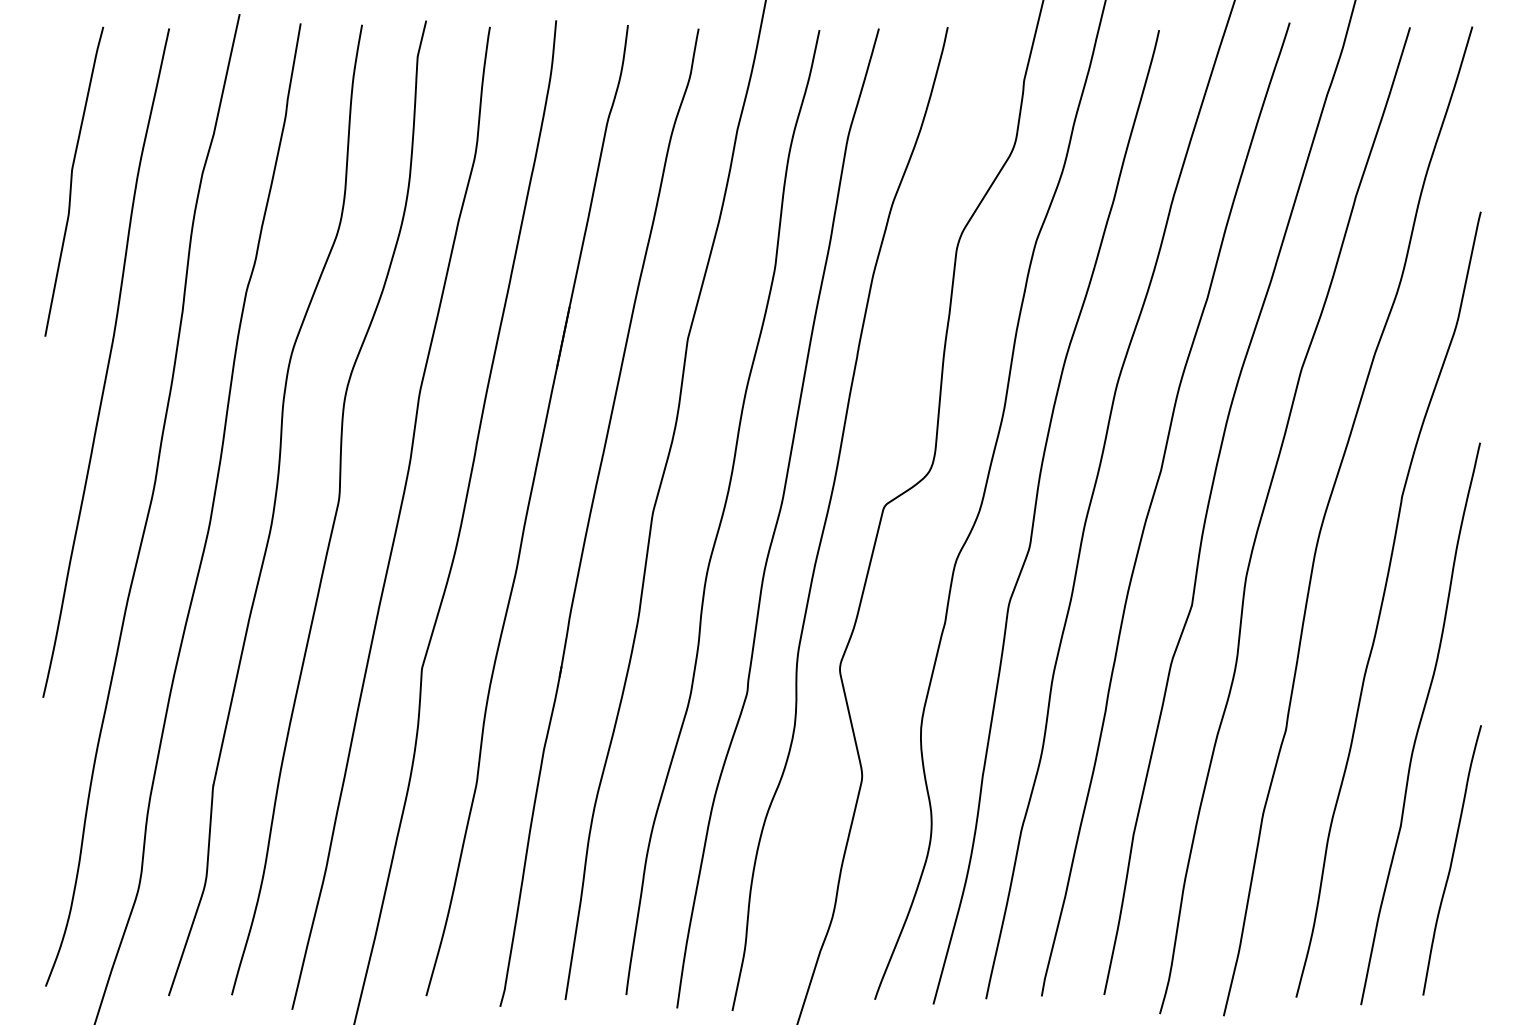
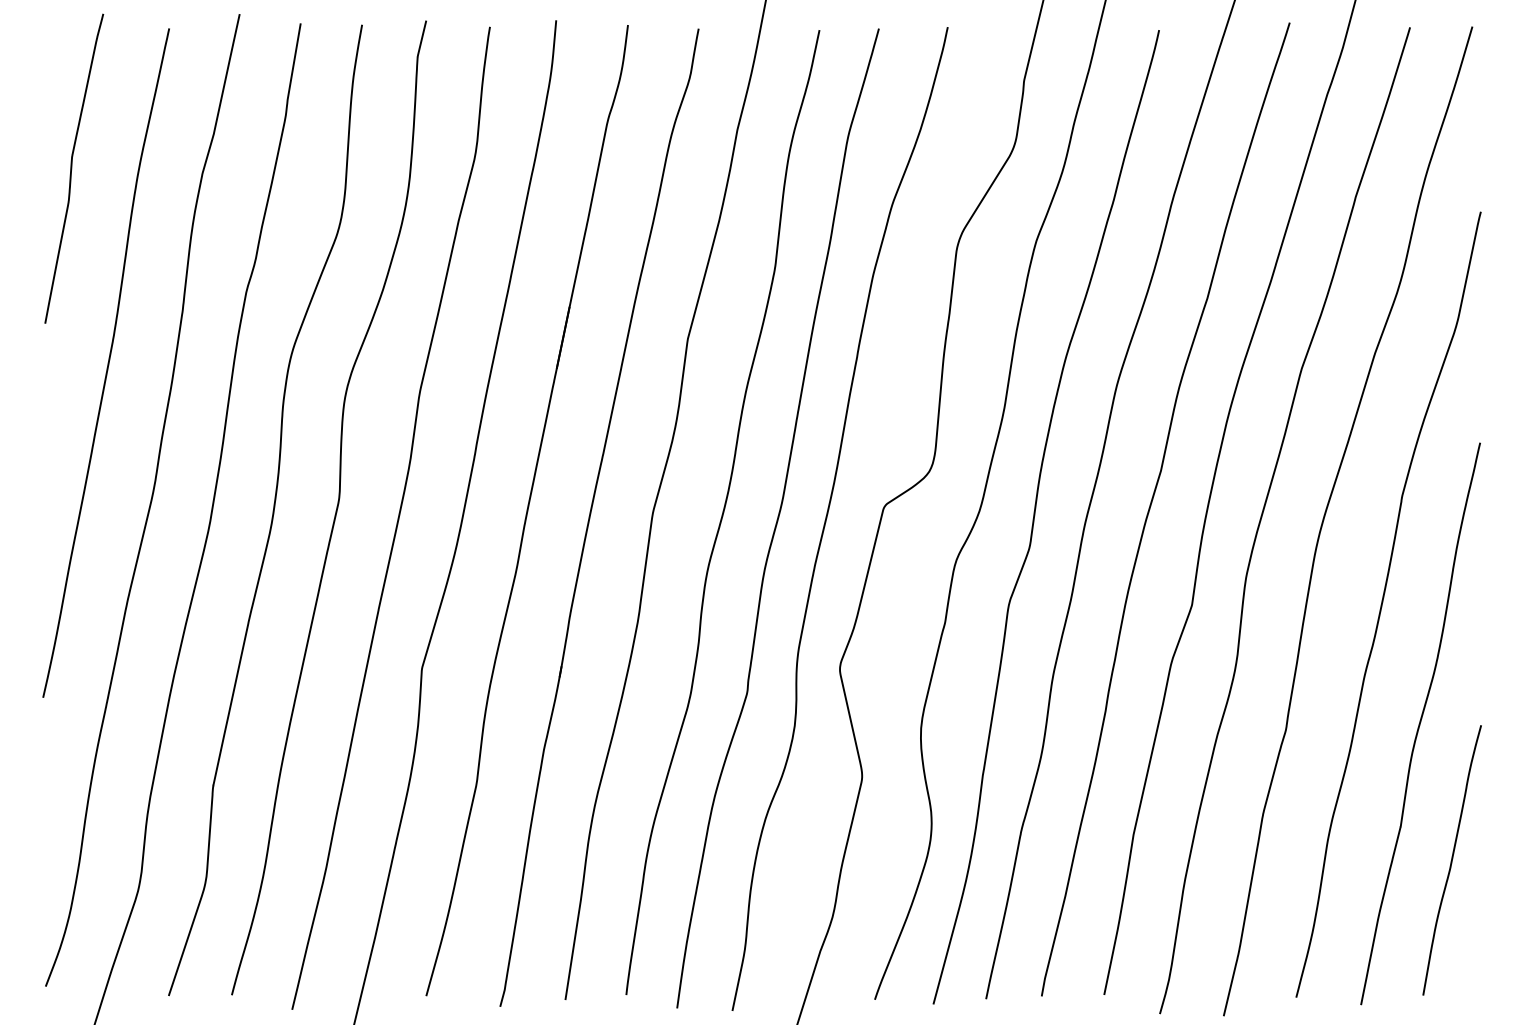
curve at (72, 181) position: (72, 181) -> (72, 168)
